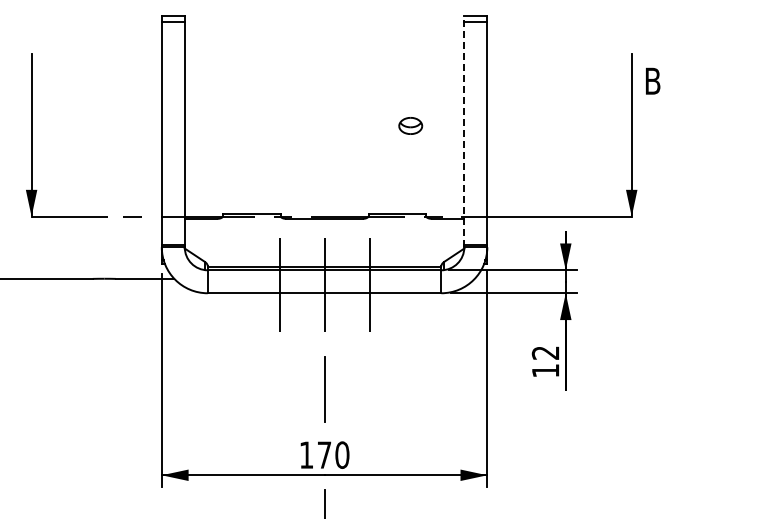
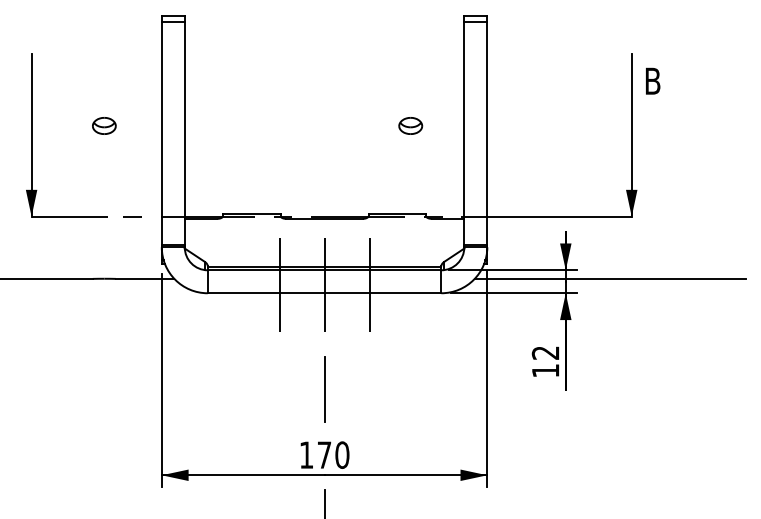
part at (104, 125): none -> present
line at (464, 131): dashed -> solid
line at (609, 278): none -> present
